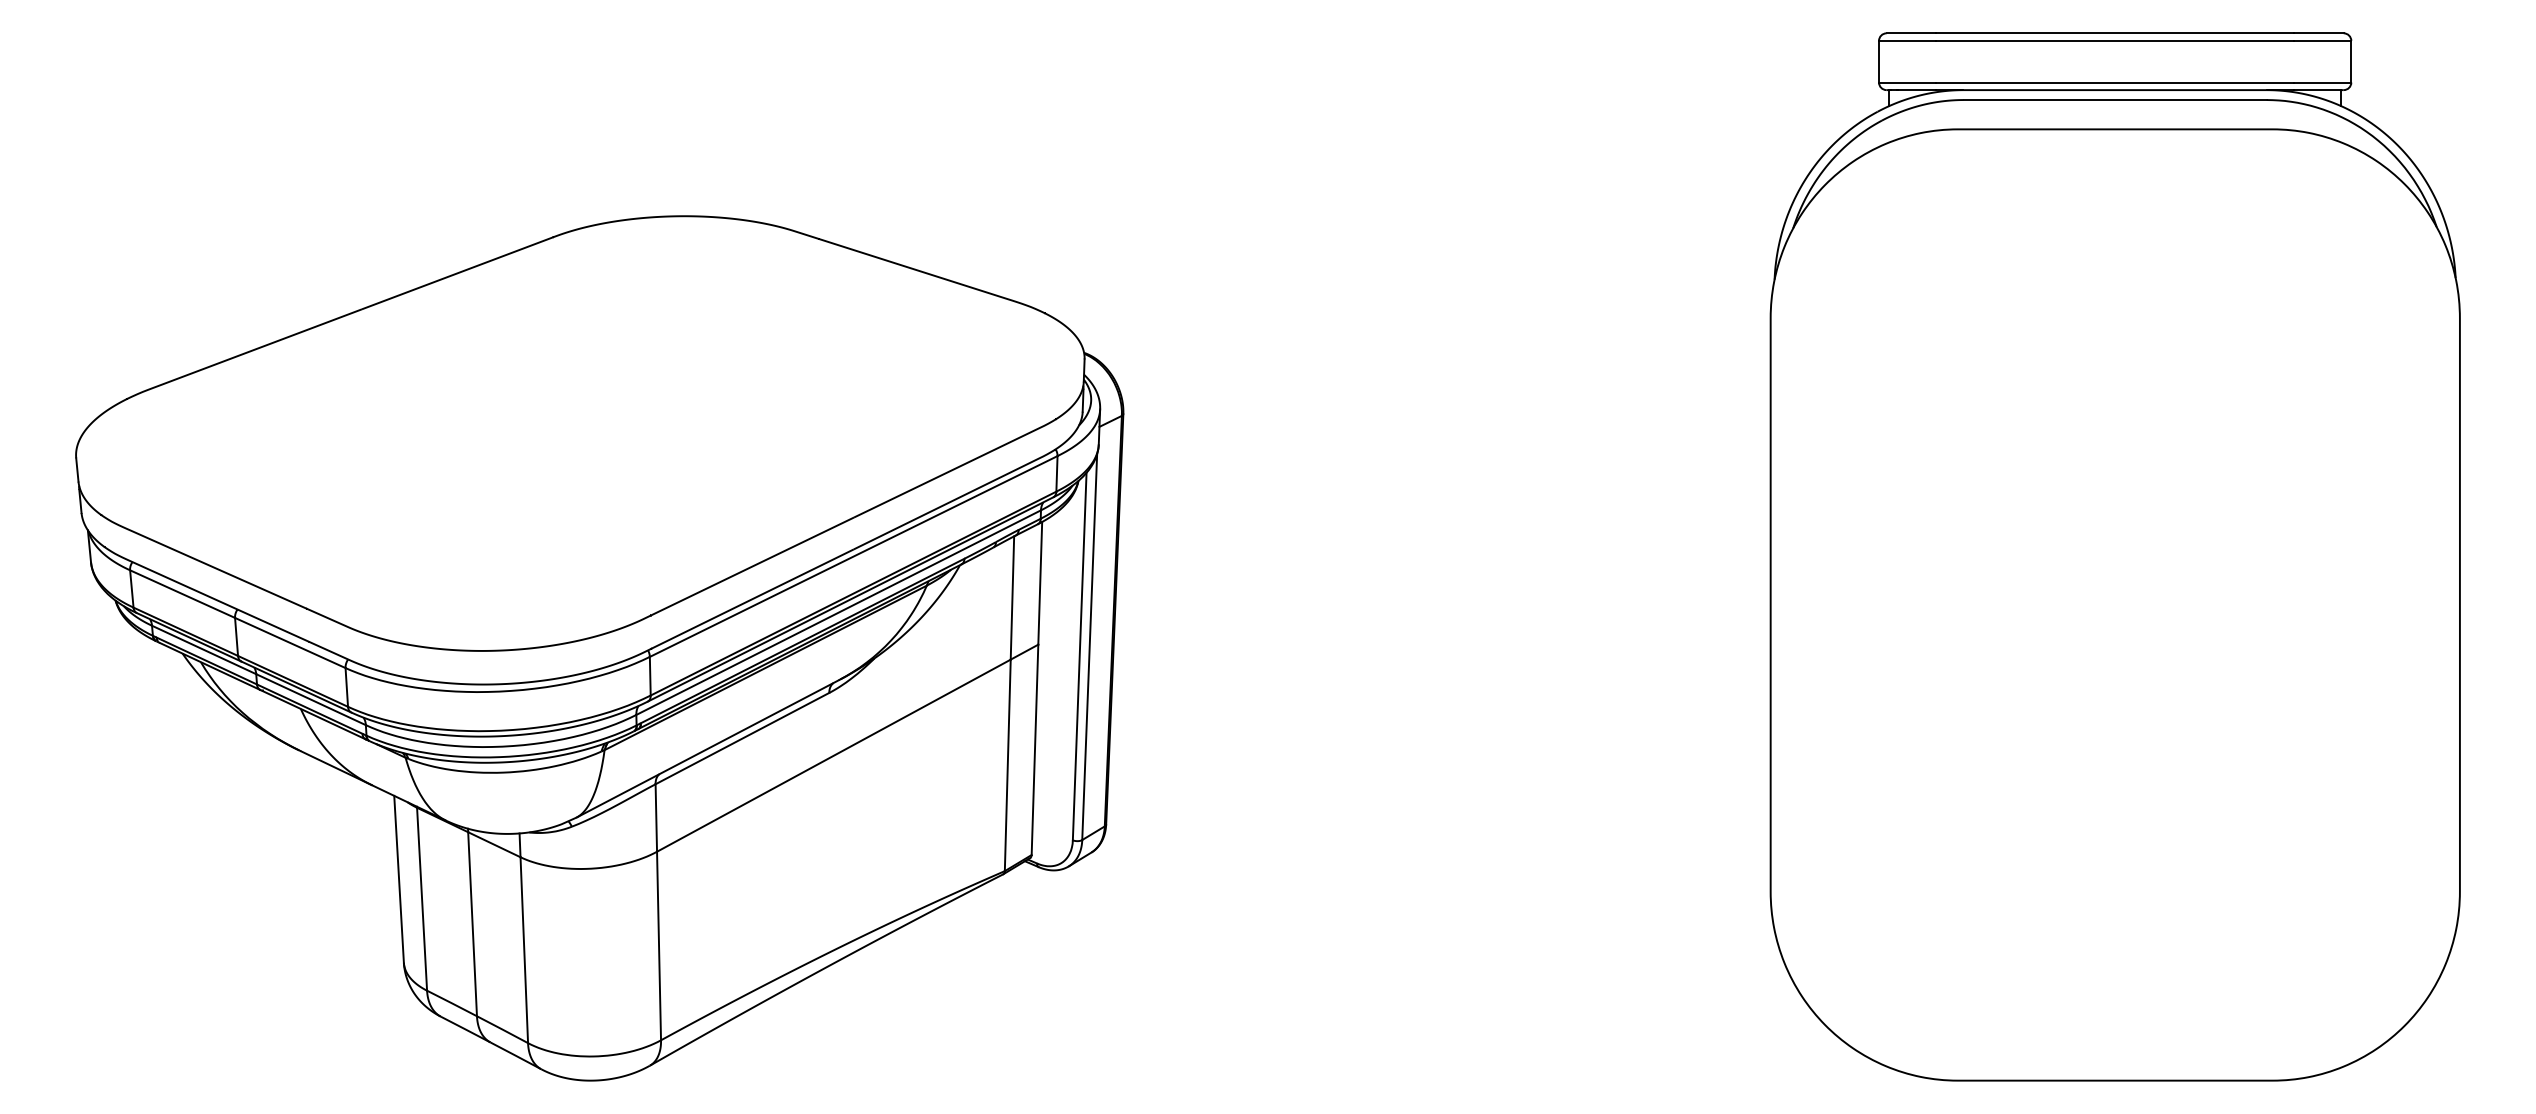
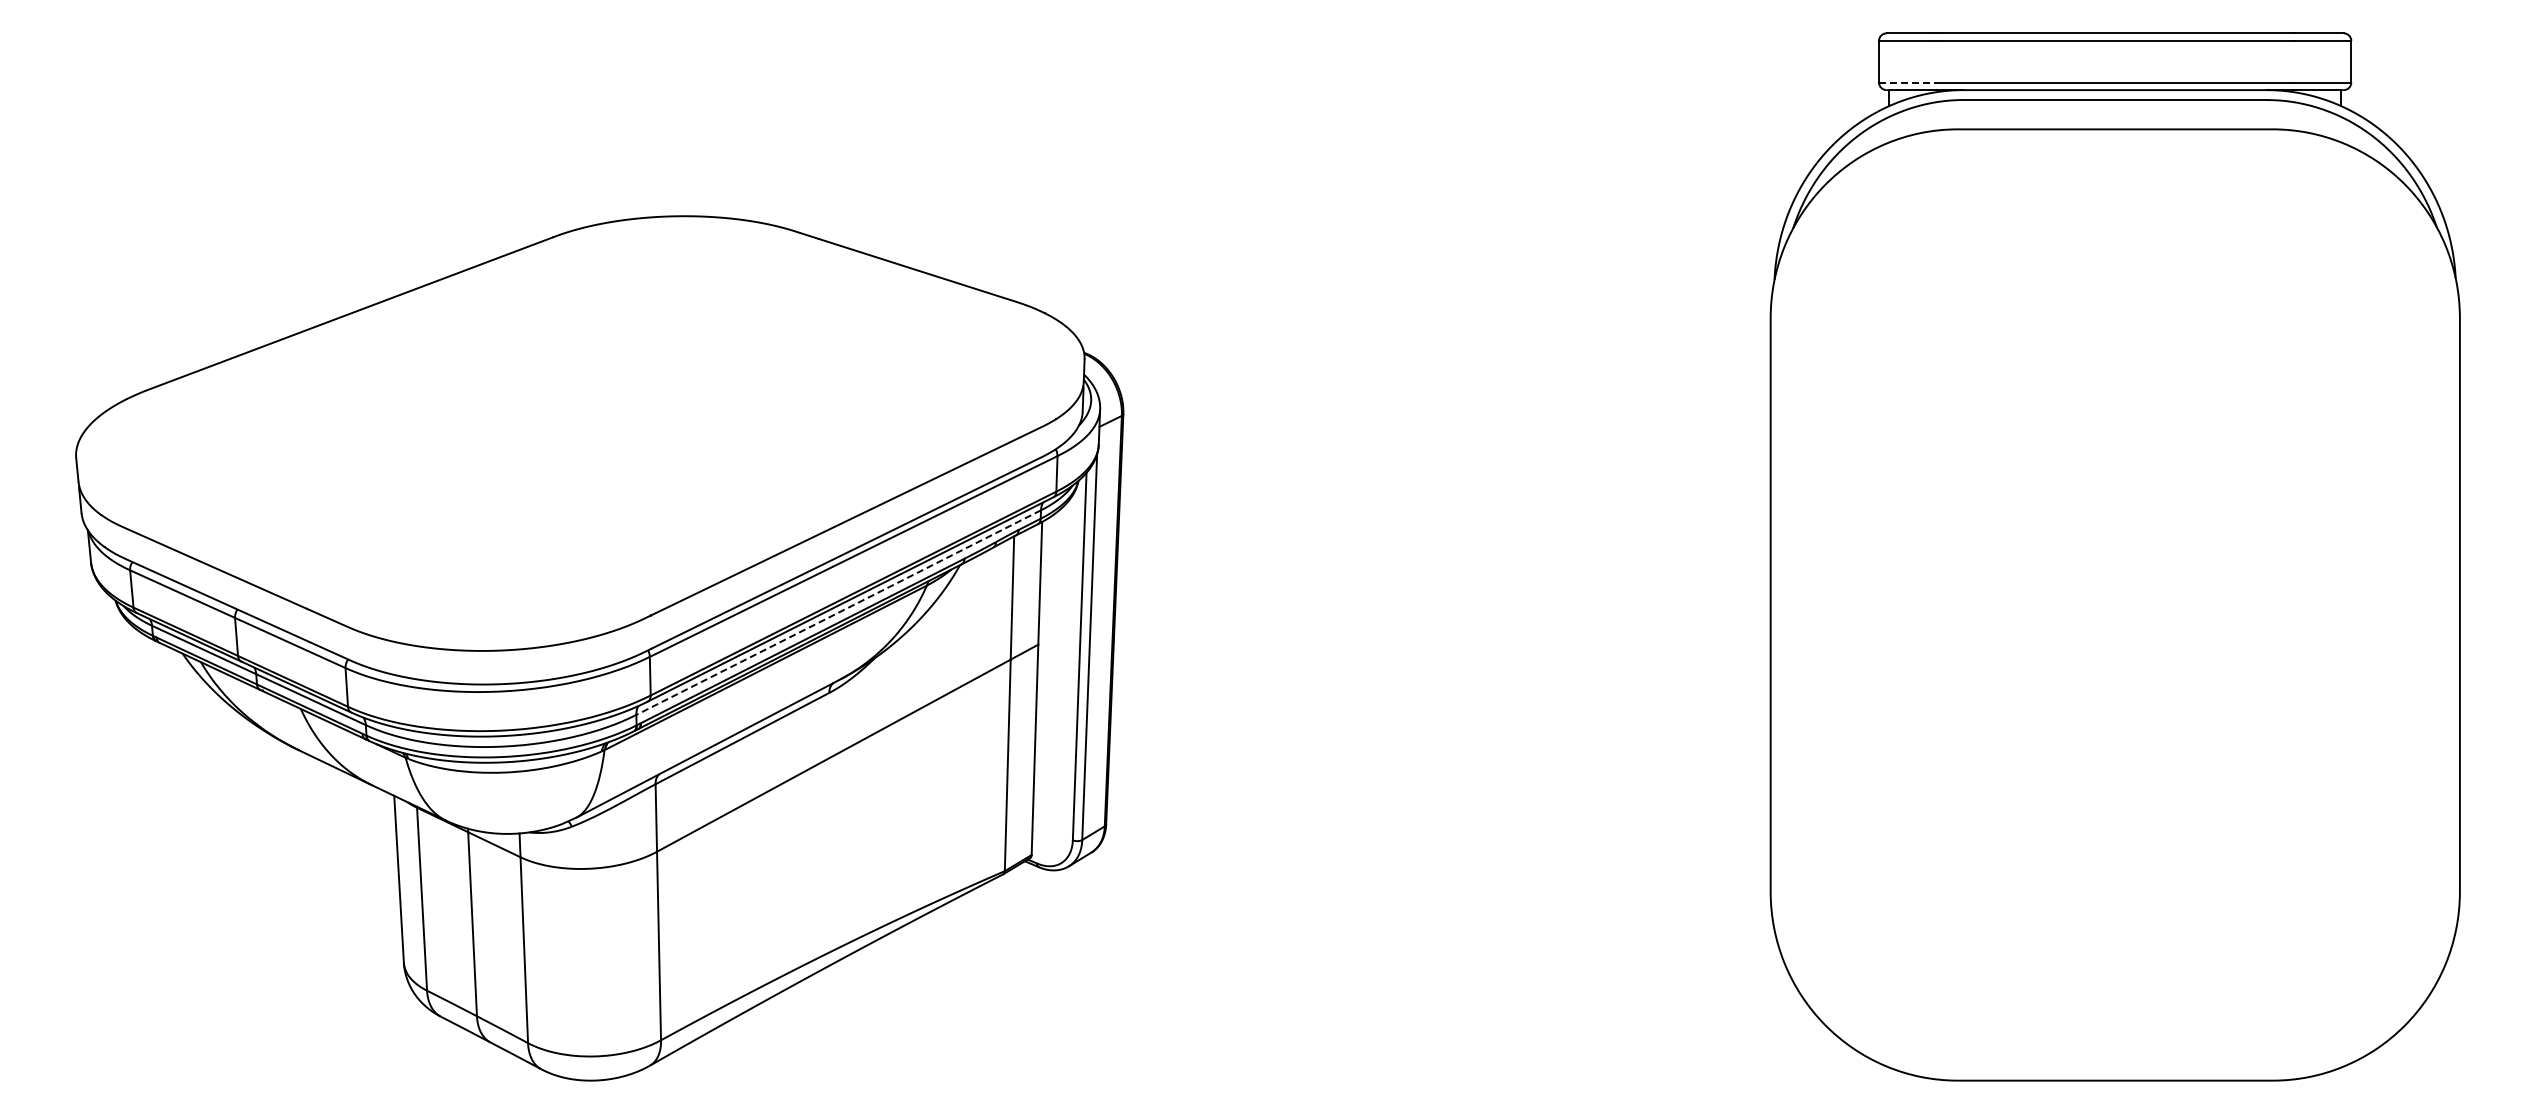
line at (1907, 82): solid -> dashed
line at (838, 612): solid -> dashed
